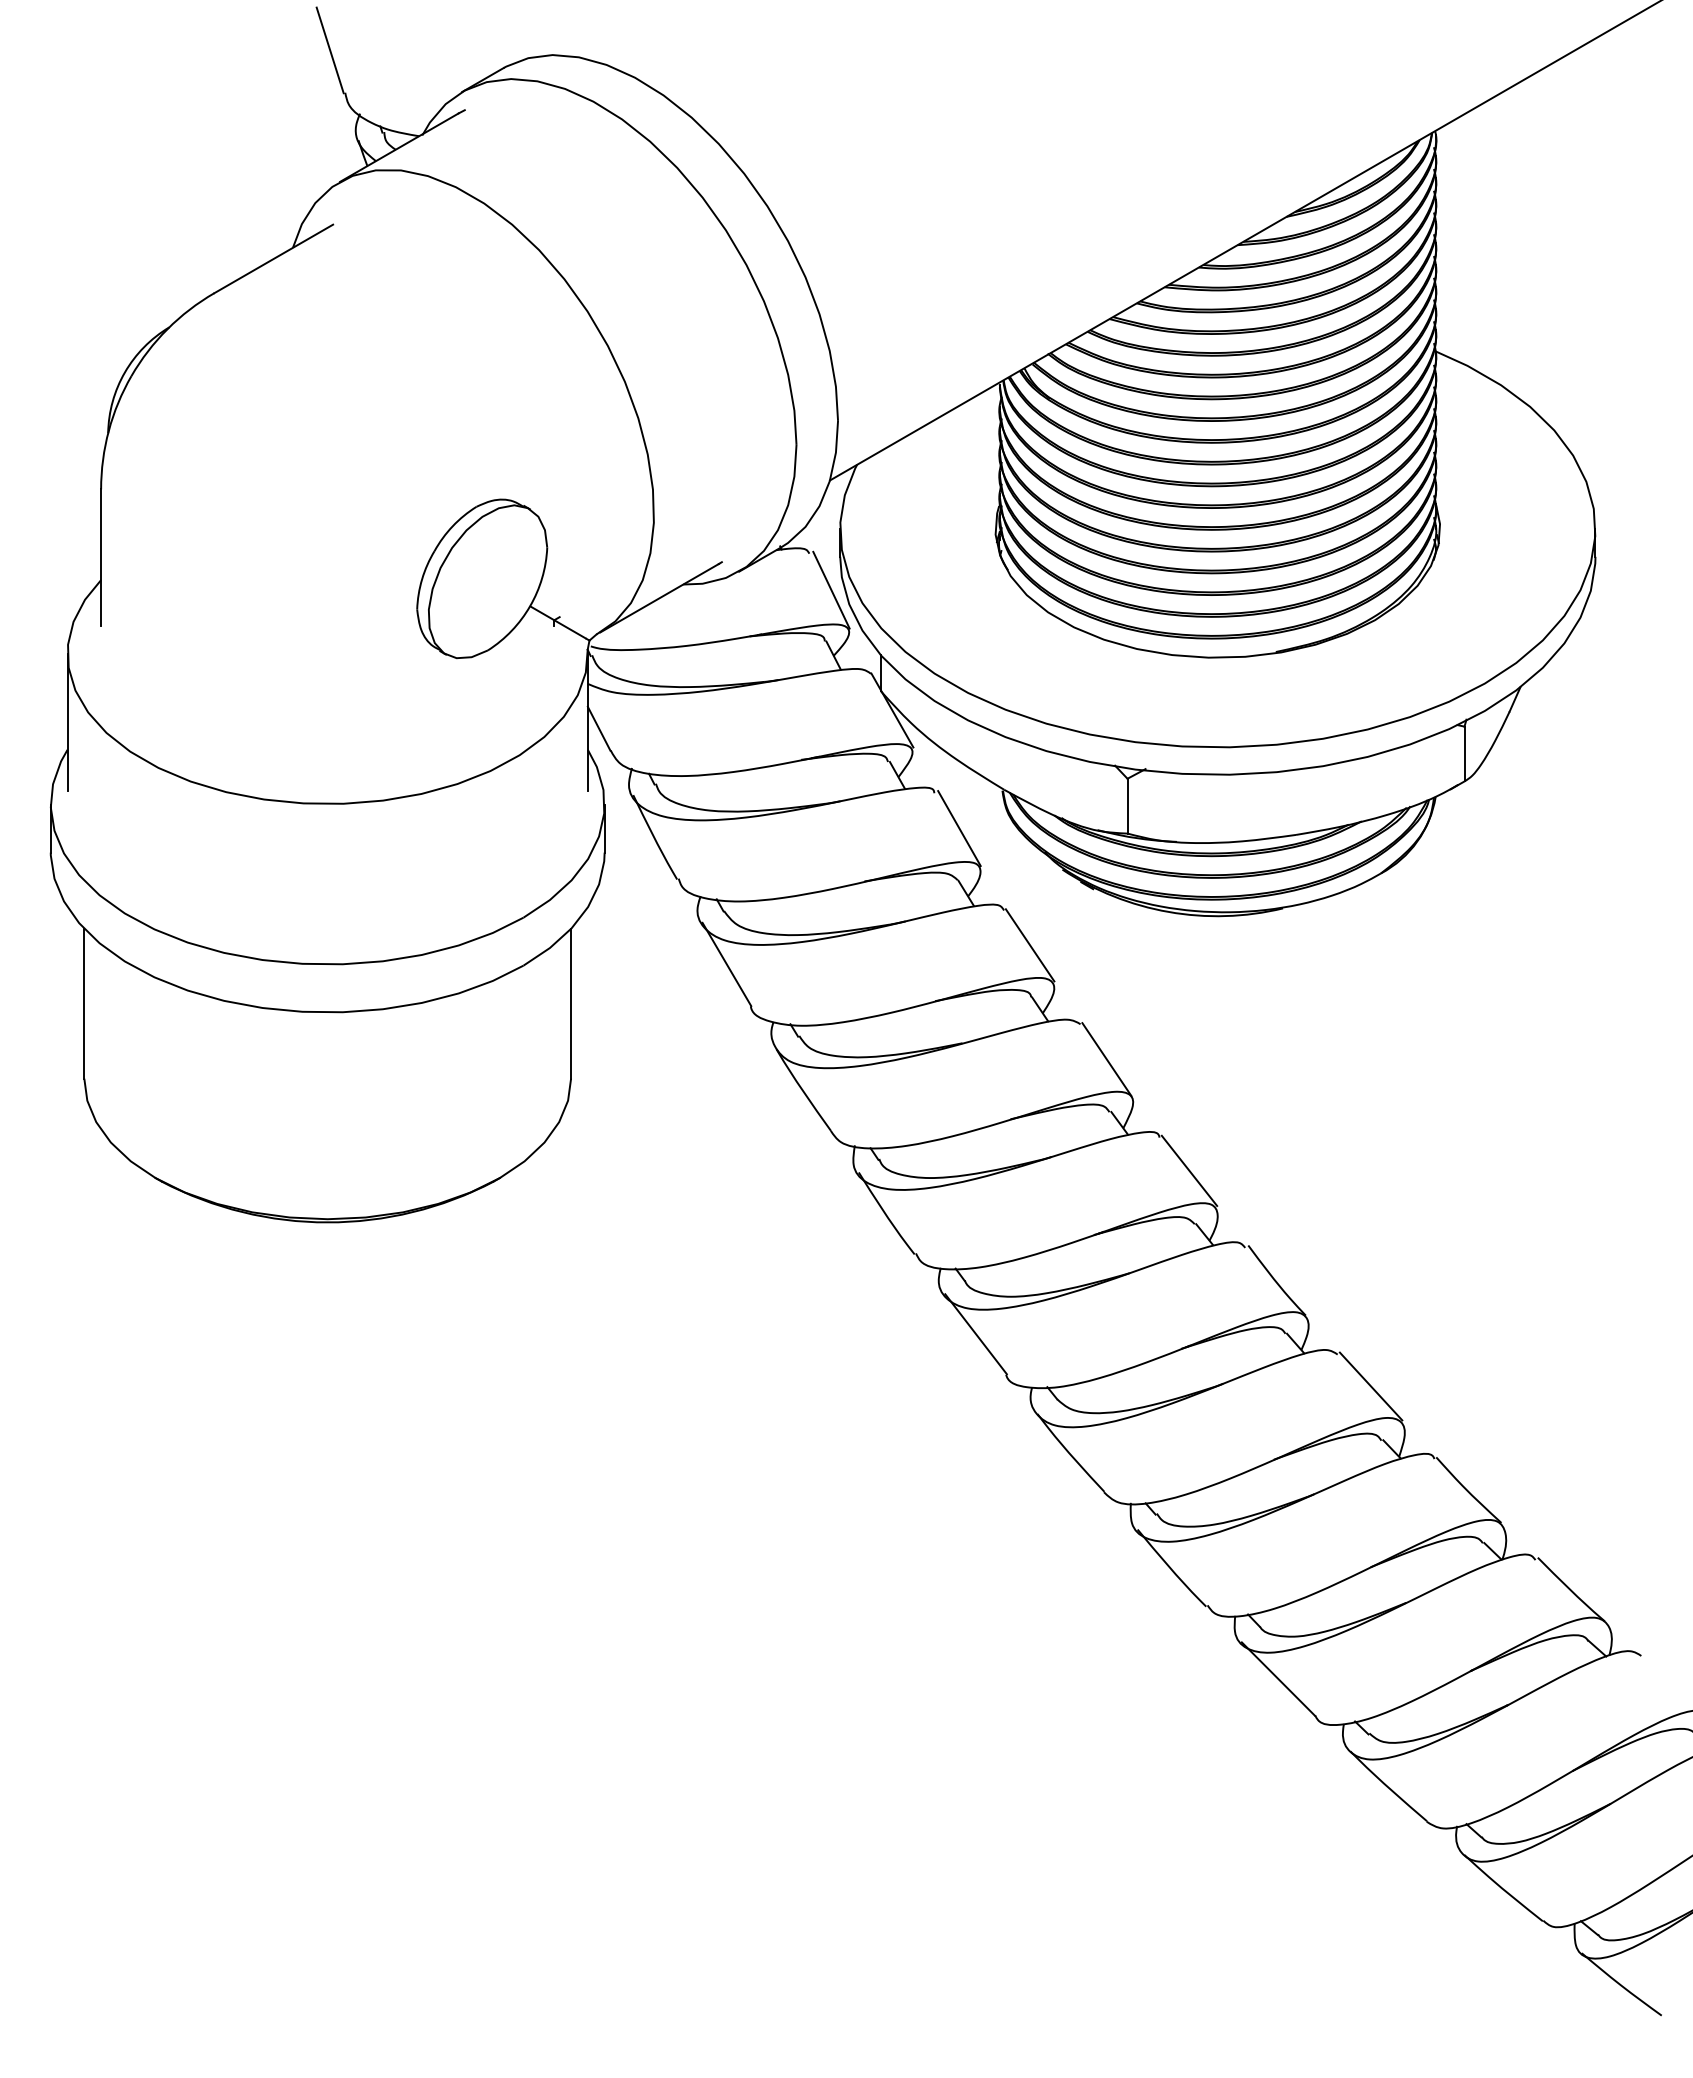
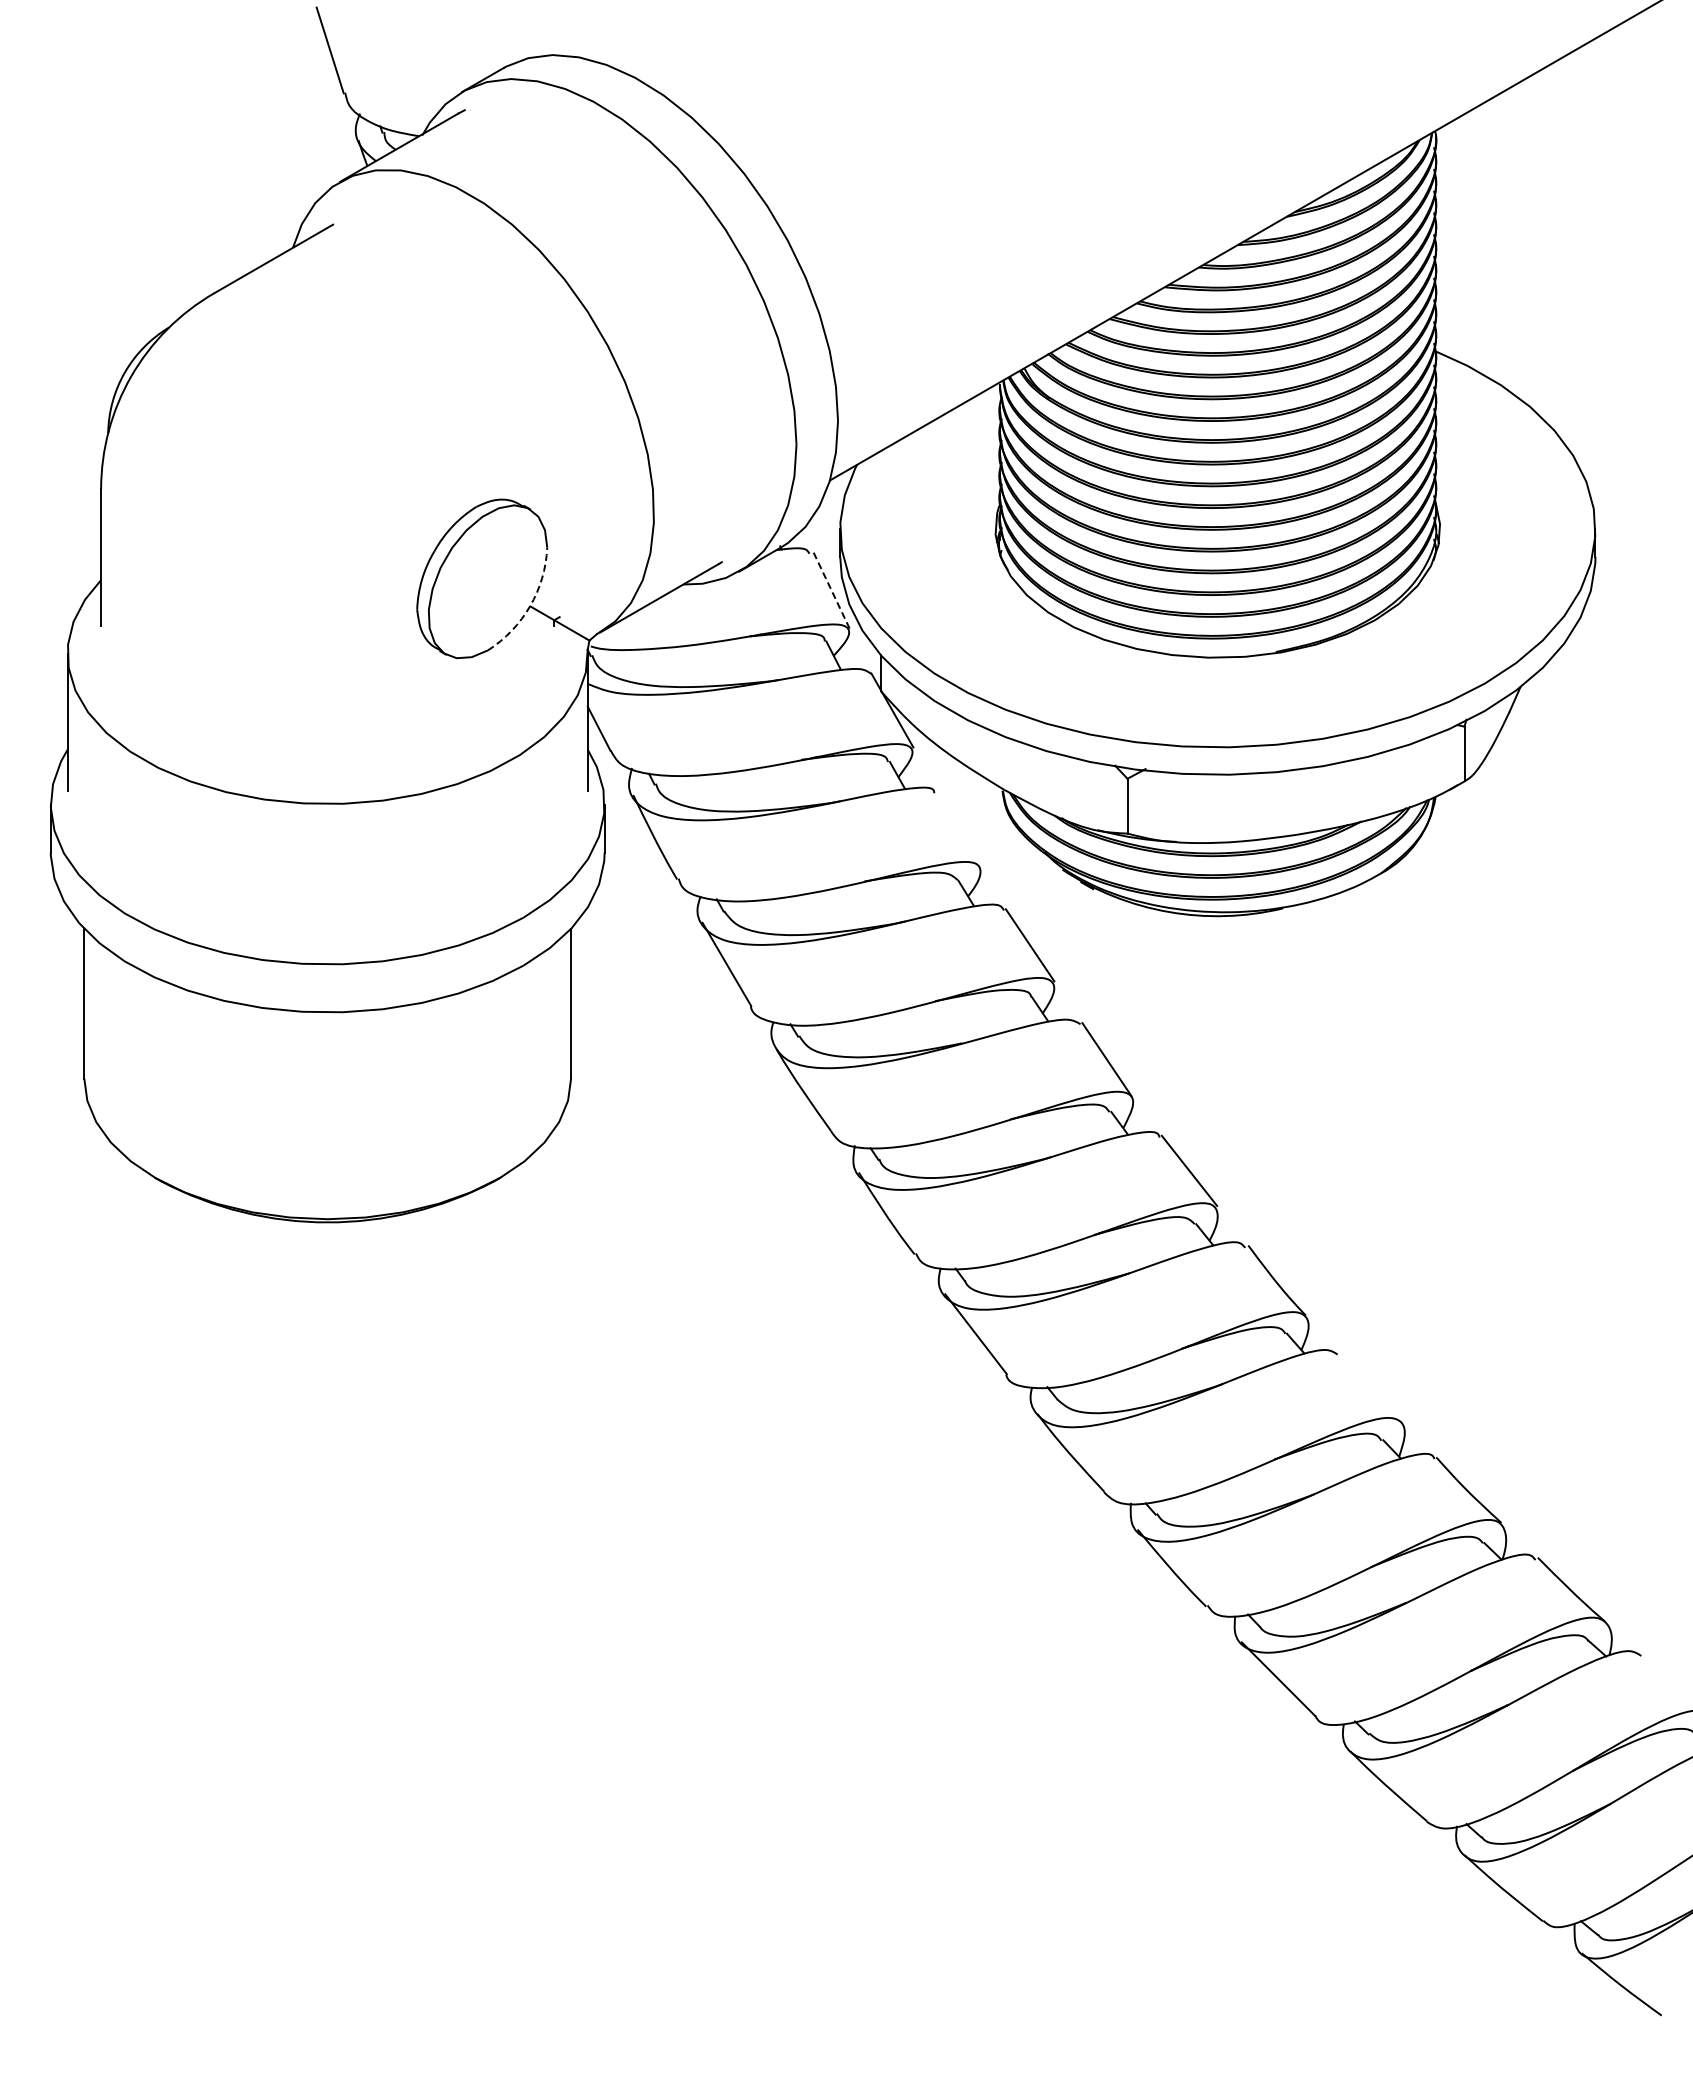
line at (831, 589): solid -> dashed
arc at (530, 606): solid -> dashed
line at (959, 828): present -> none
line at (1370, 1386): present -> none
